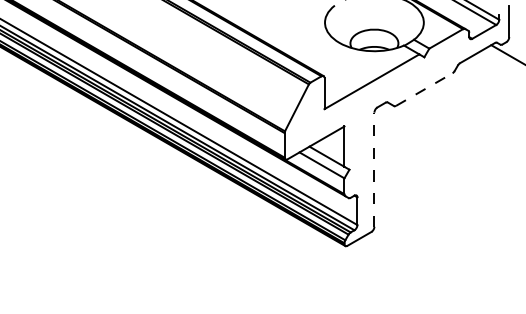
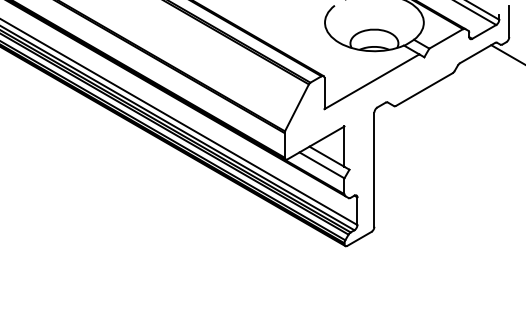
line at (424, 89): dashed -> solid
line at (374, 169): dashed -> solid
